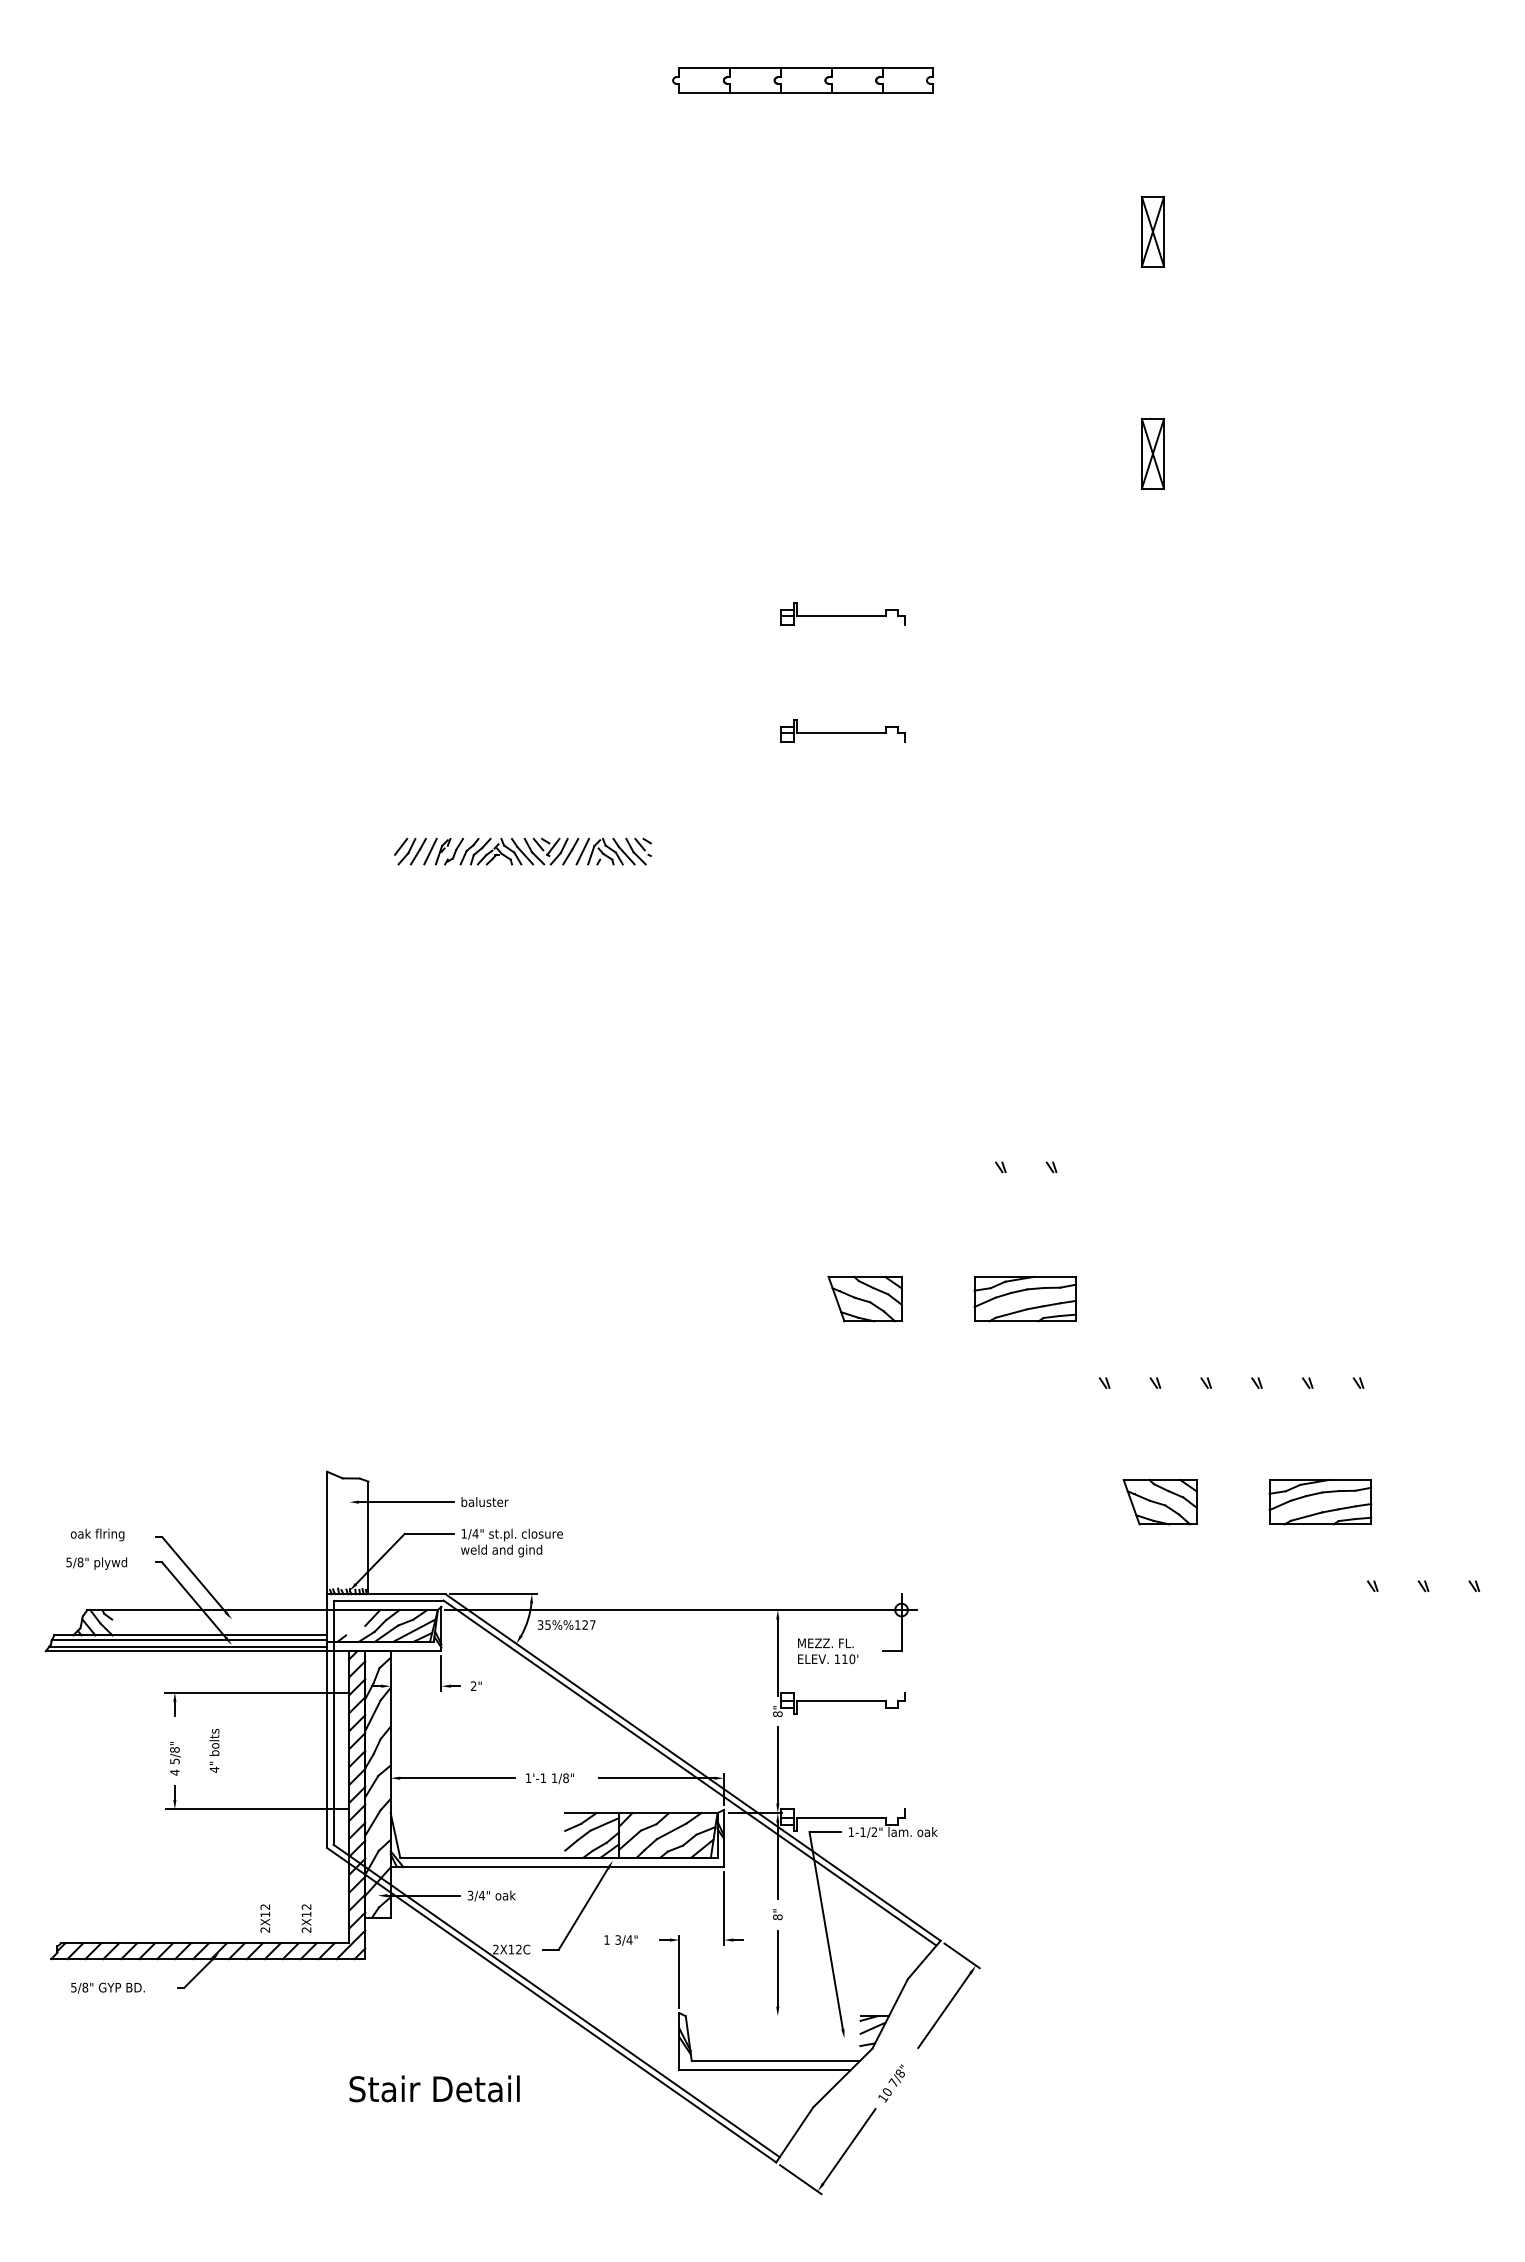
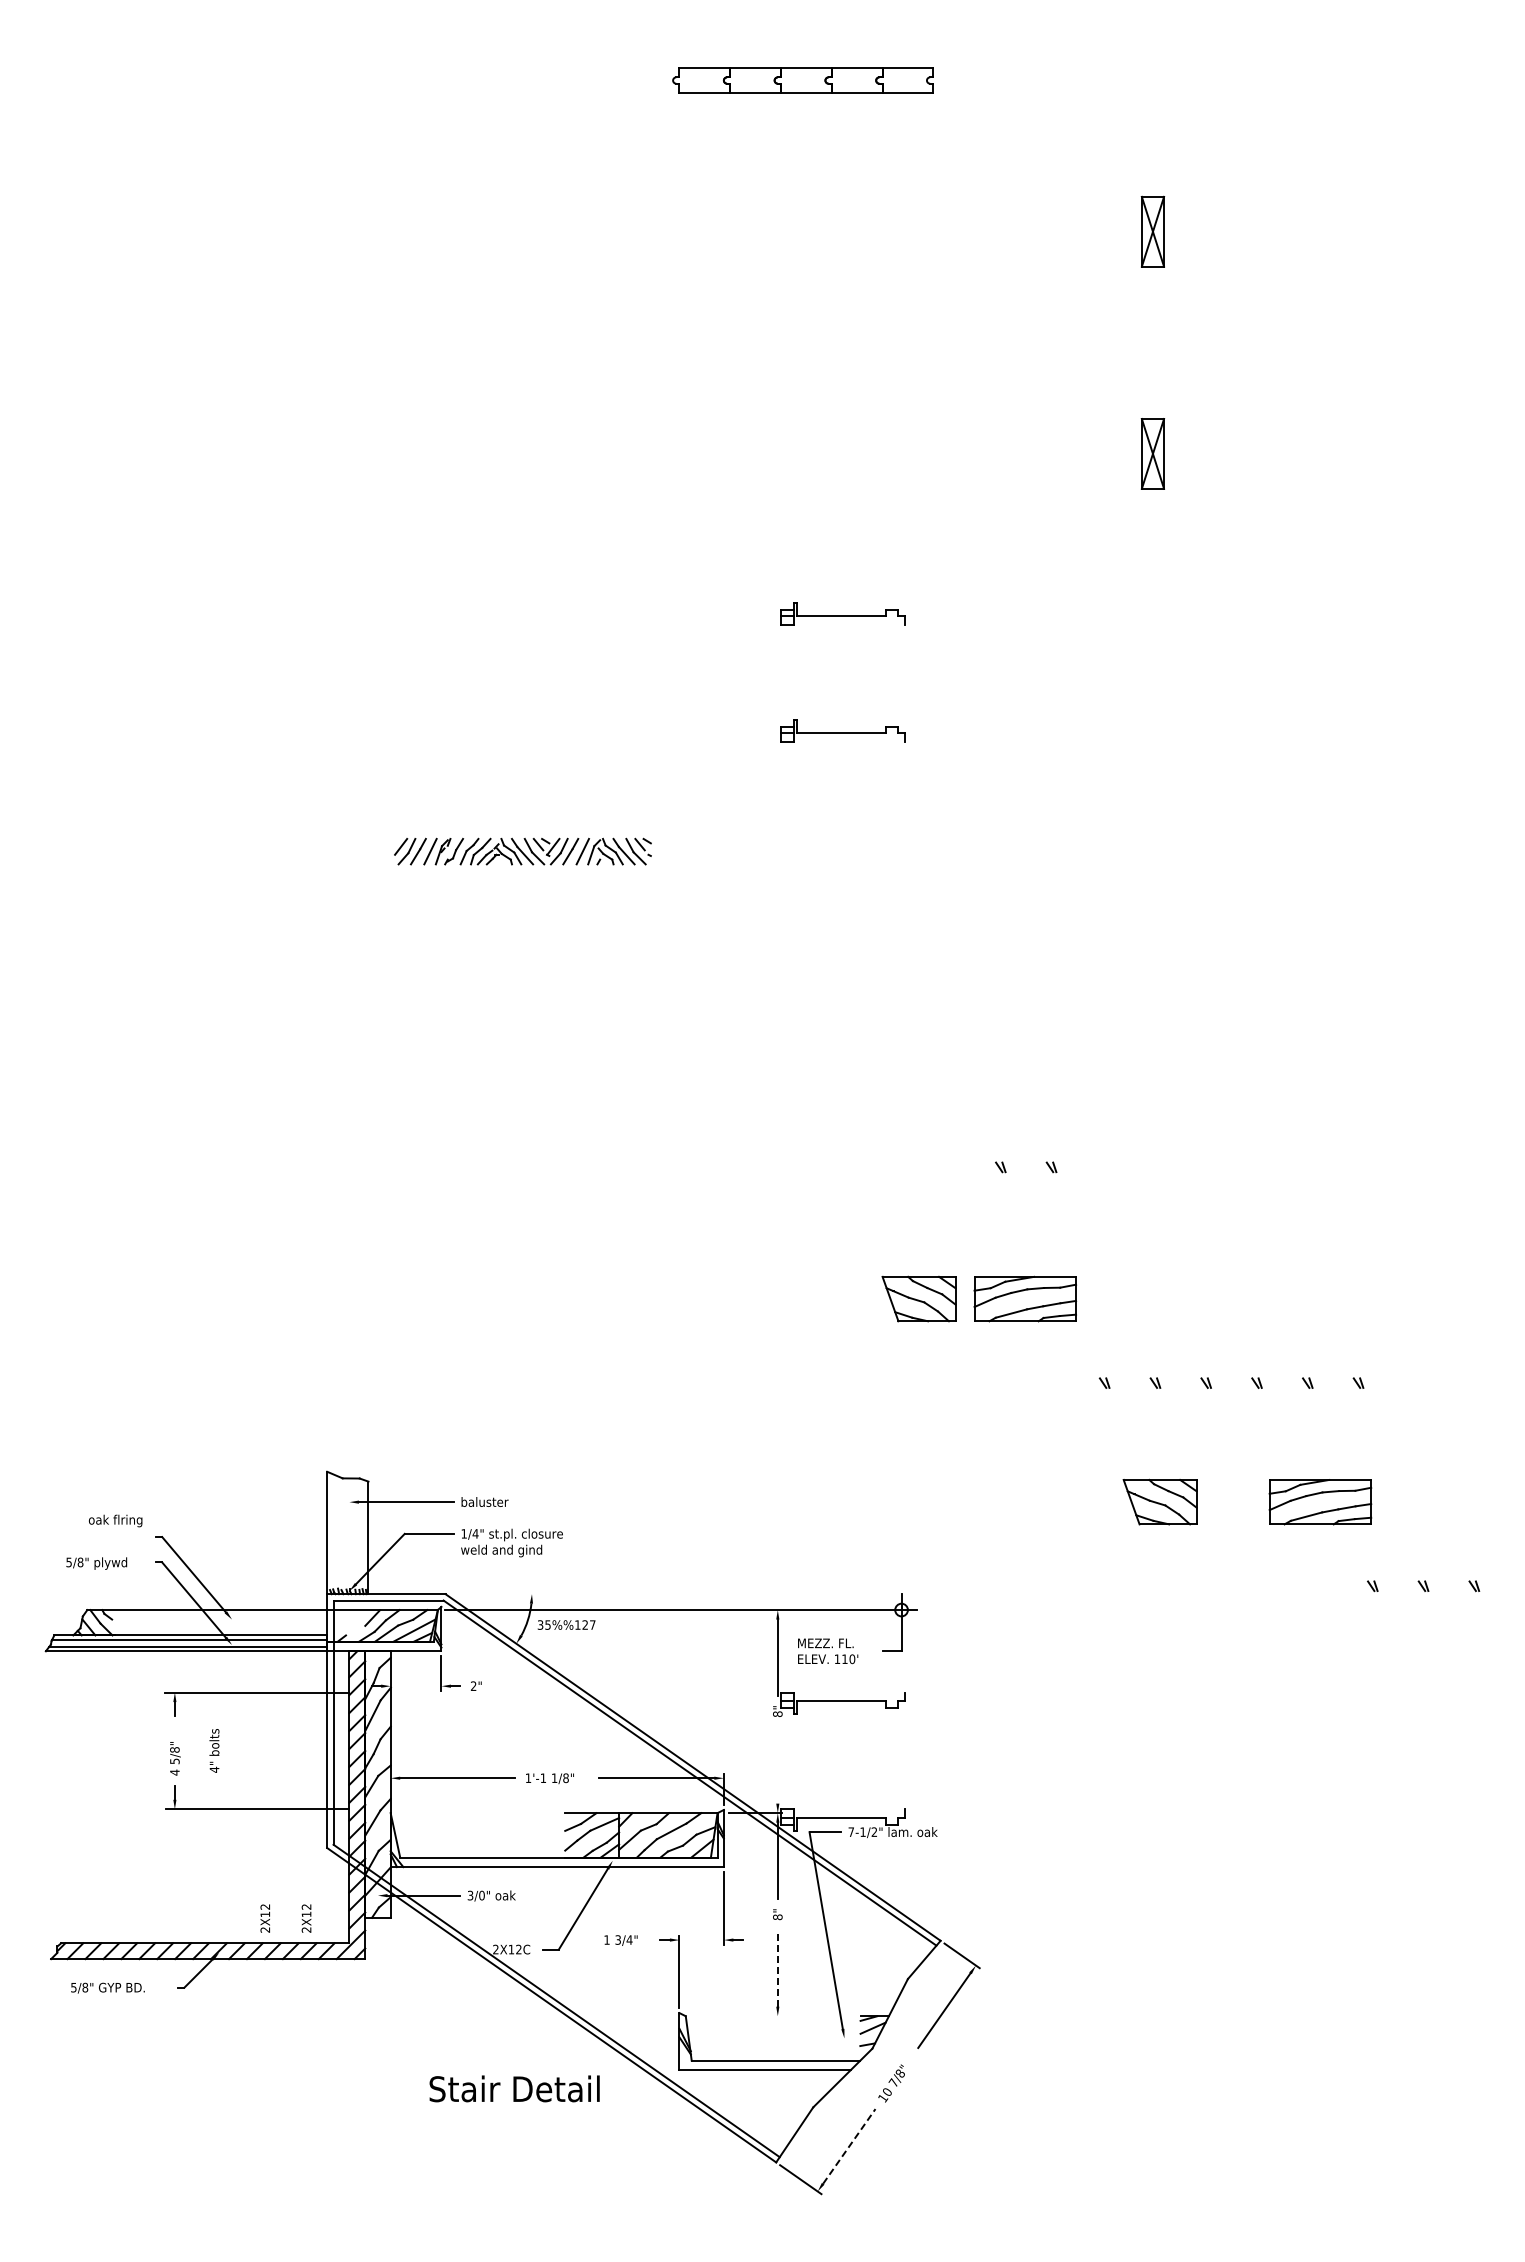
part at (864, 1298) position: (864, 1298) -> (918, 1298)
text at (97, 1534) position: (97, 1534) -> (115, 1520)
line at (493, 1594): present -> none
line at (777, 1765): present -> none
text at (850, 1831): 1-1/2" -> 7-1/2"
text at (481, 1895): 3/4" -> 3/0"
line at (777, 1968): solid -> dashed
text at (434, 2088) position: (434, 2088) -> (514, 2088)
line at (849, 2146): solid -> dashed
